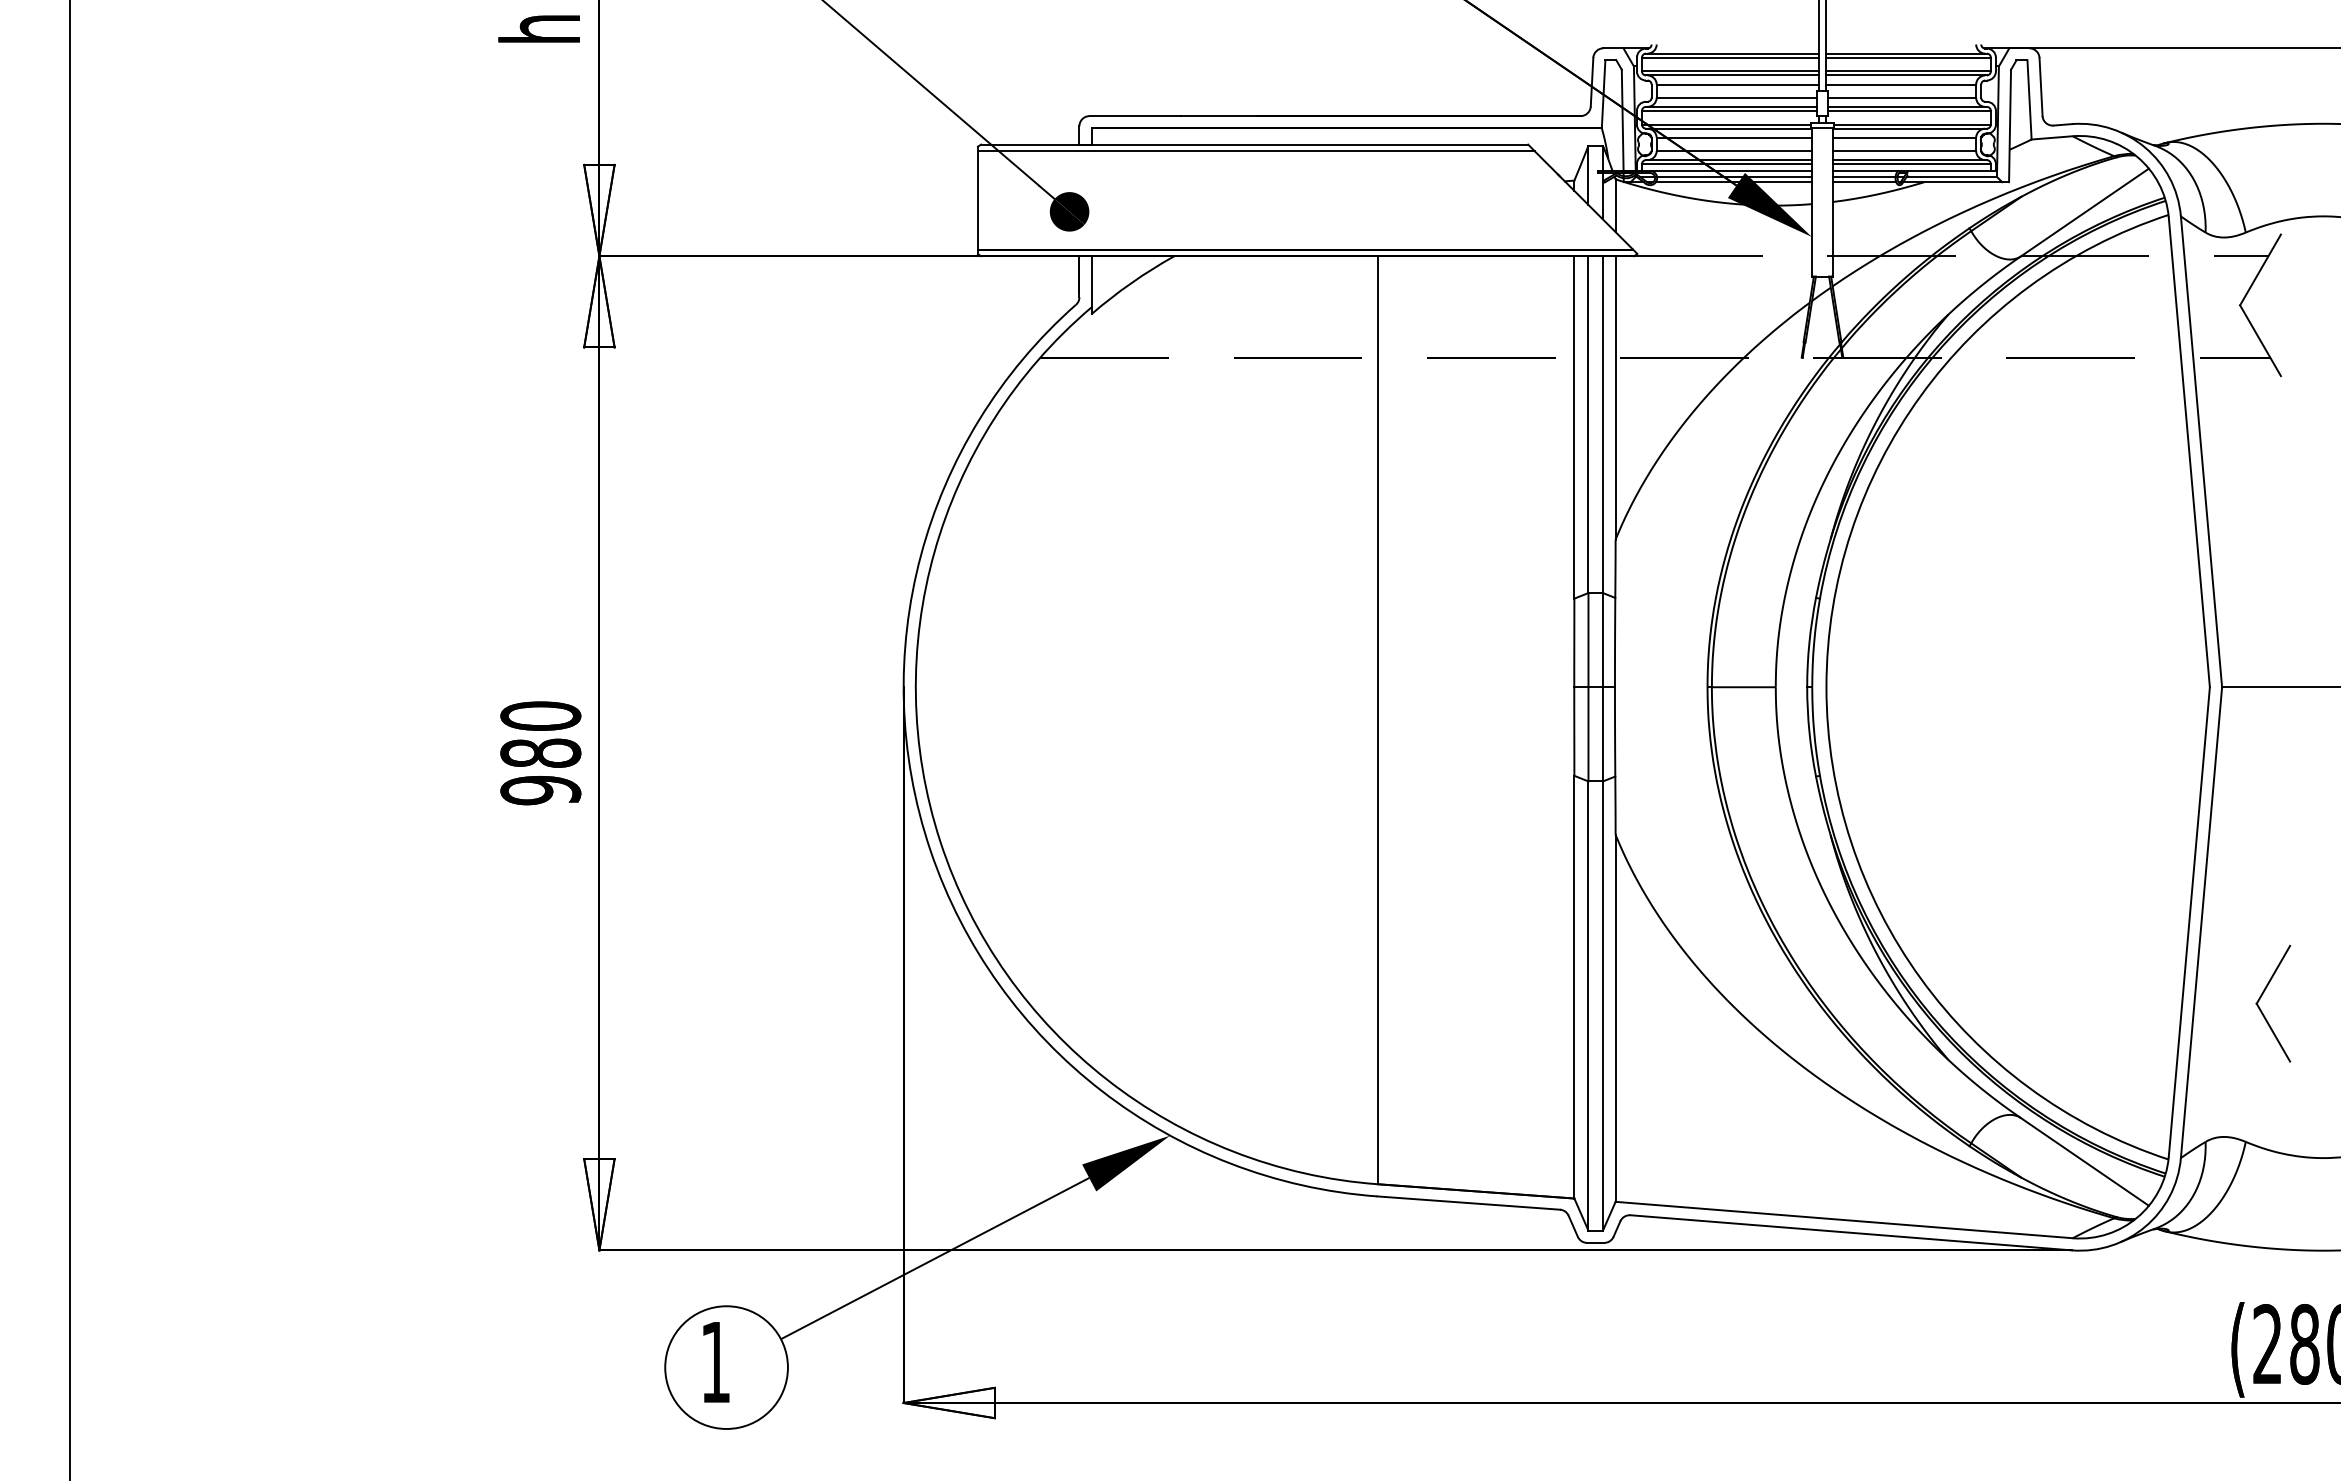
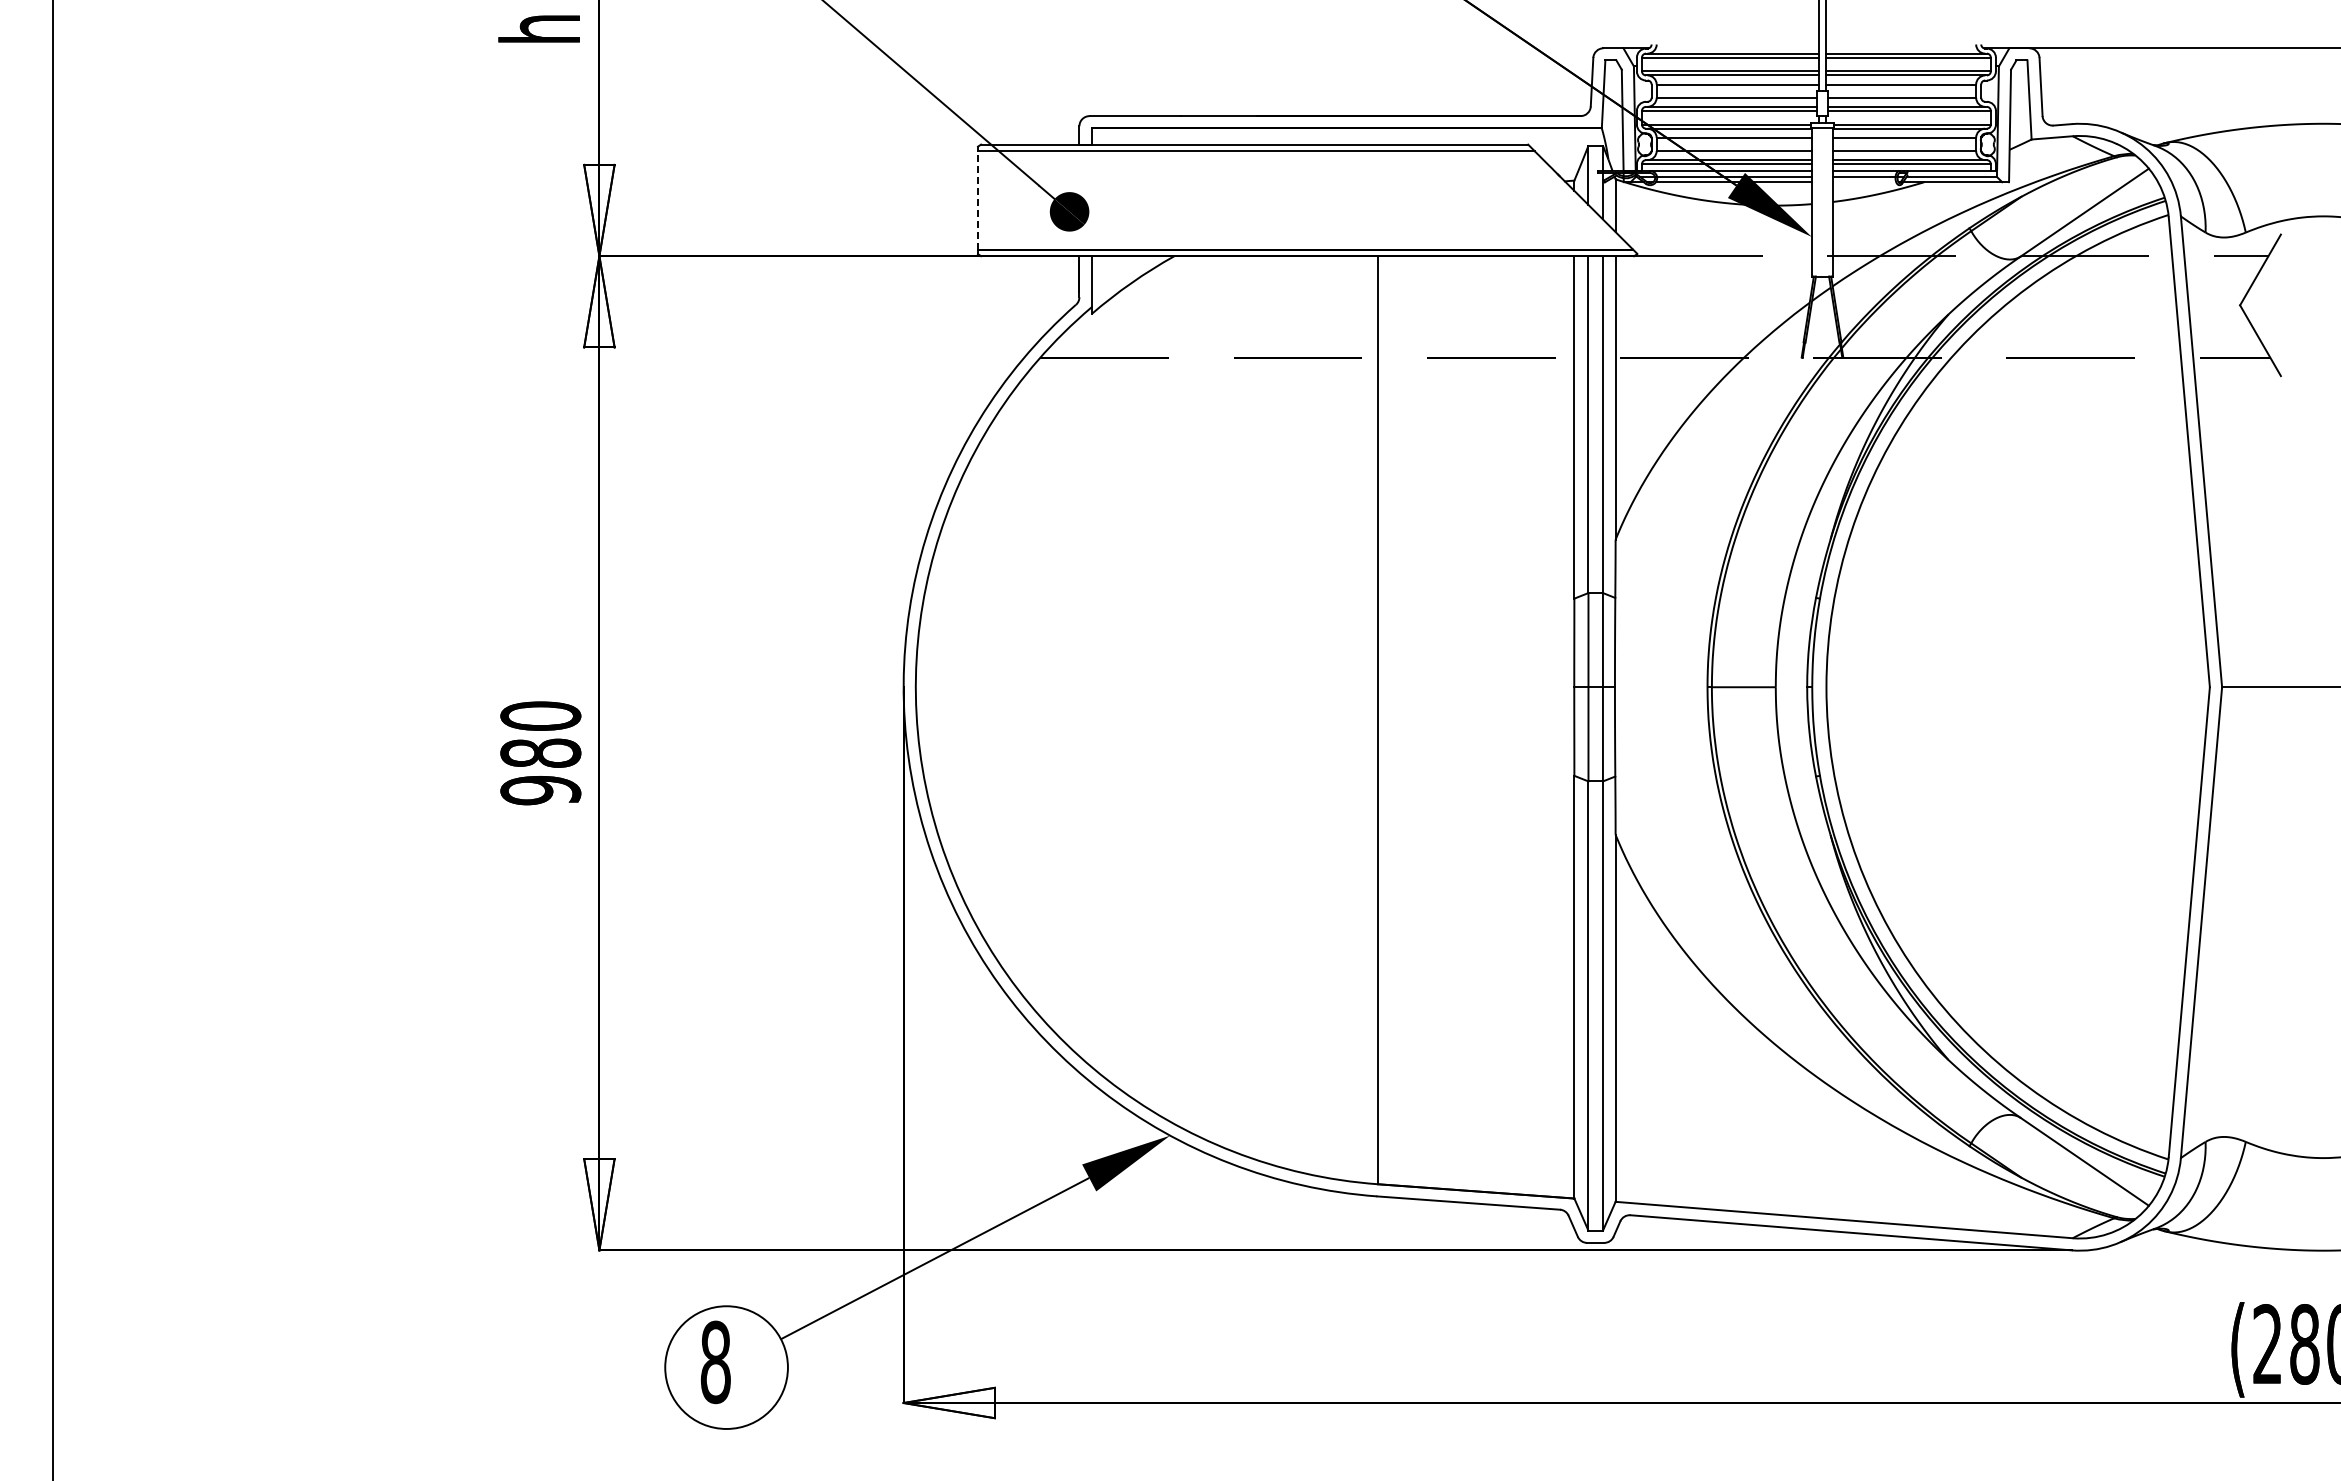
line at (1864, 182): present -> none
line at (978, 199): solid -> dashed
line at (70, 739) position: (70, 739) -> (53, 739)
part at (2261, 997): present -> none
text at (715, 1362): 1 -> 8
